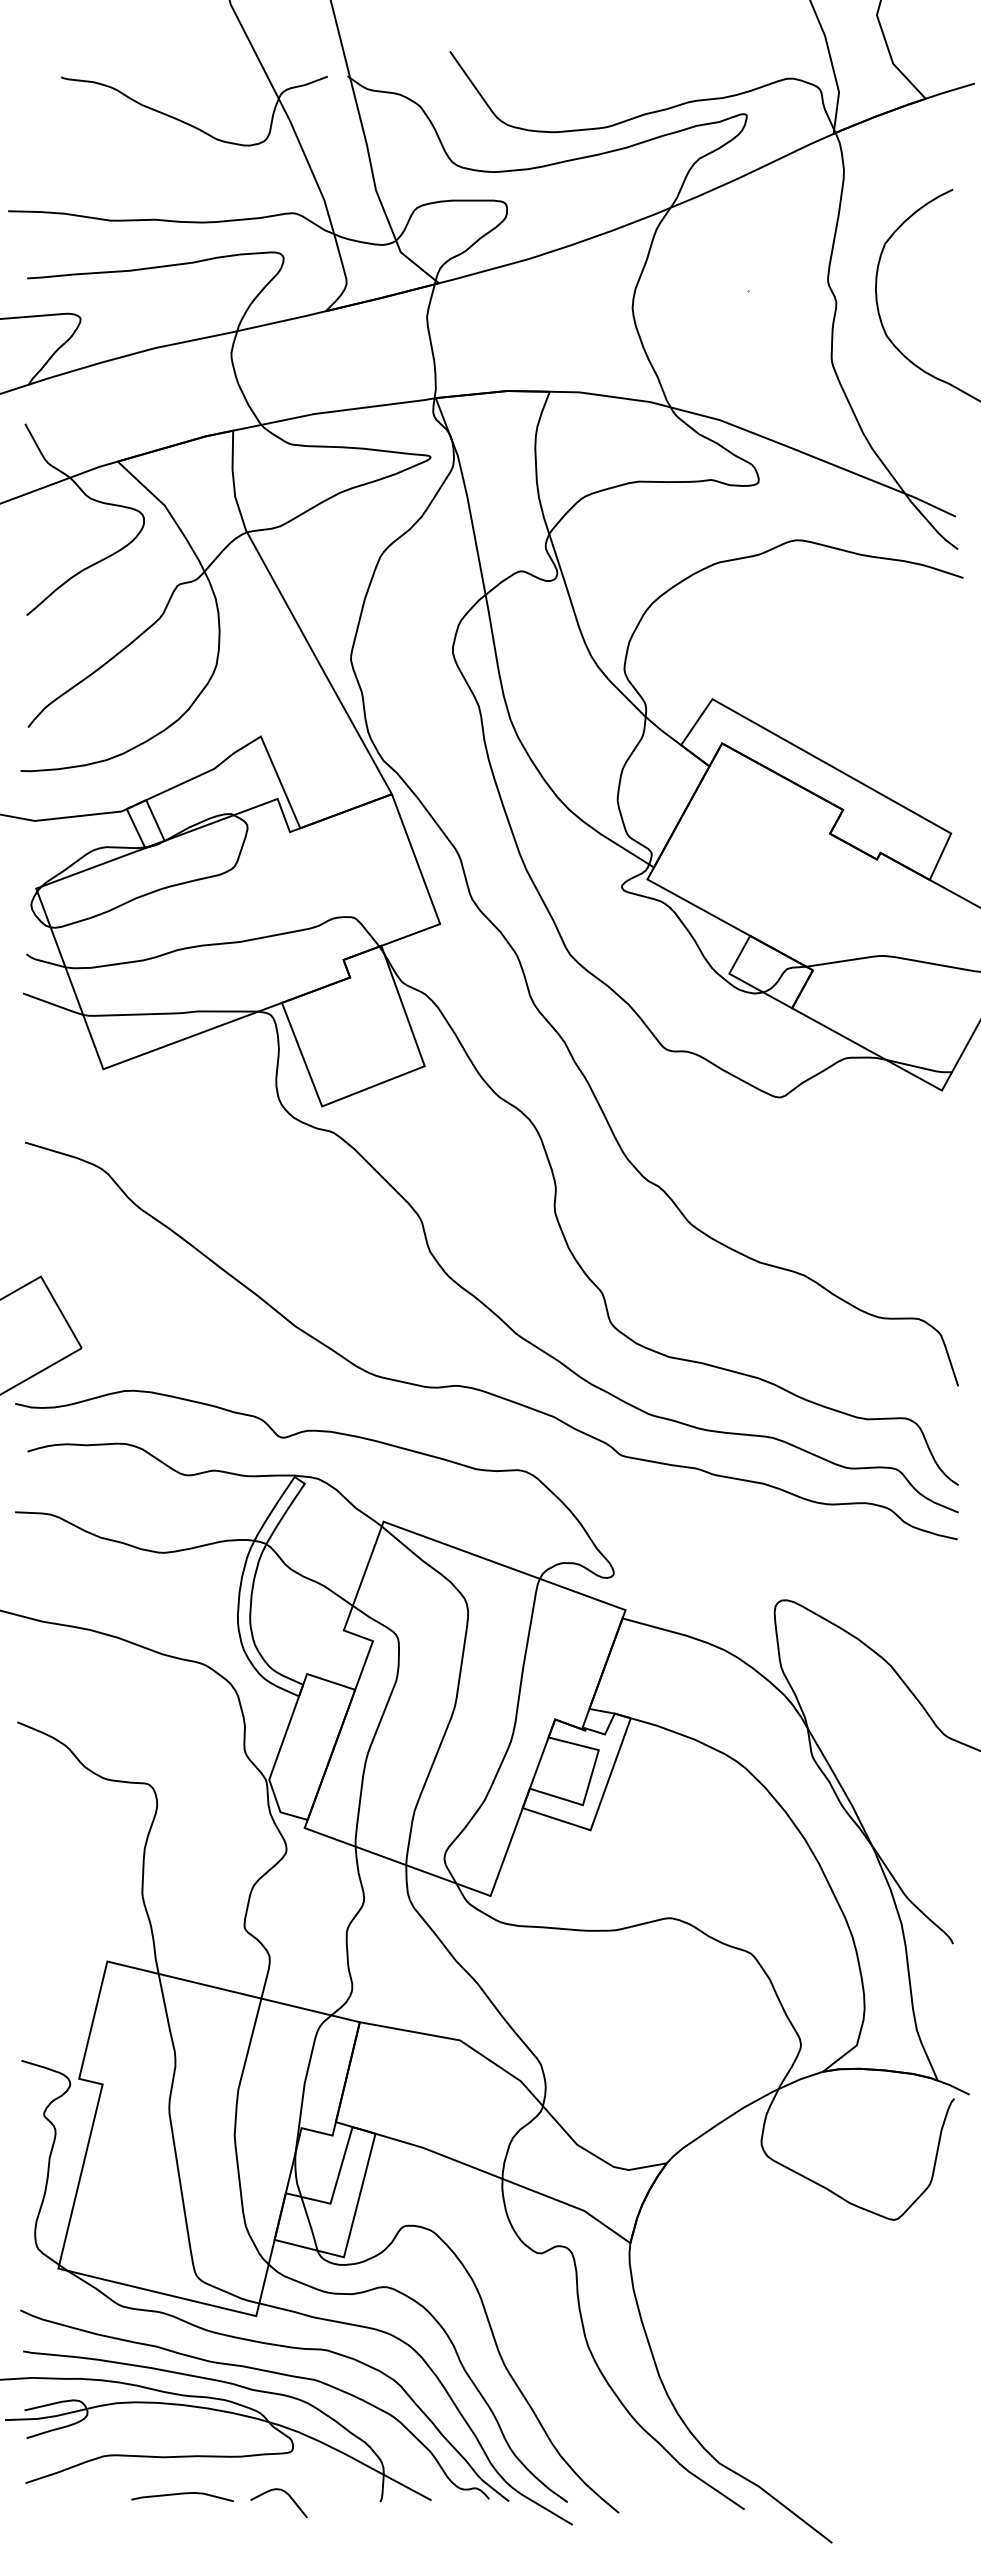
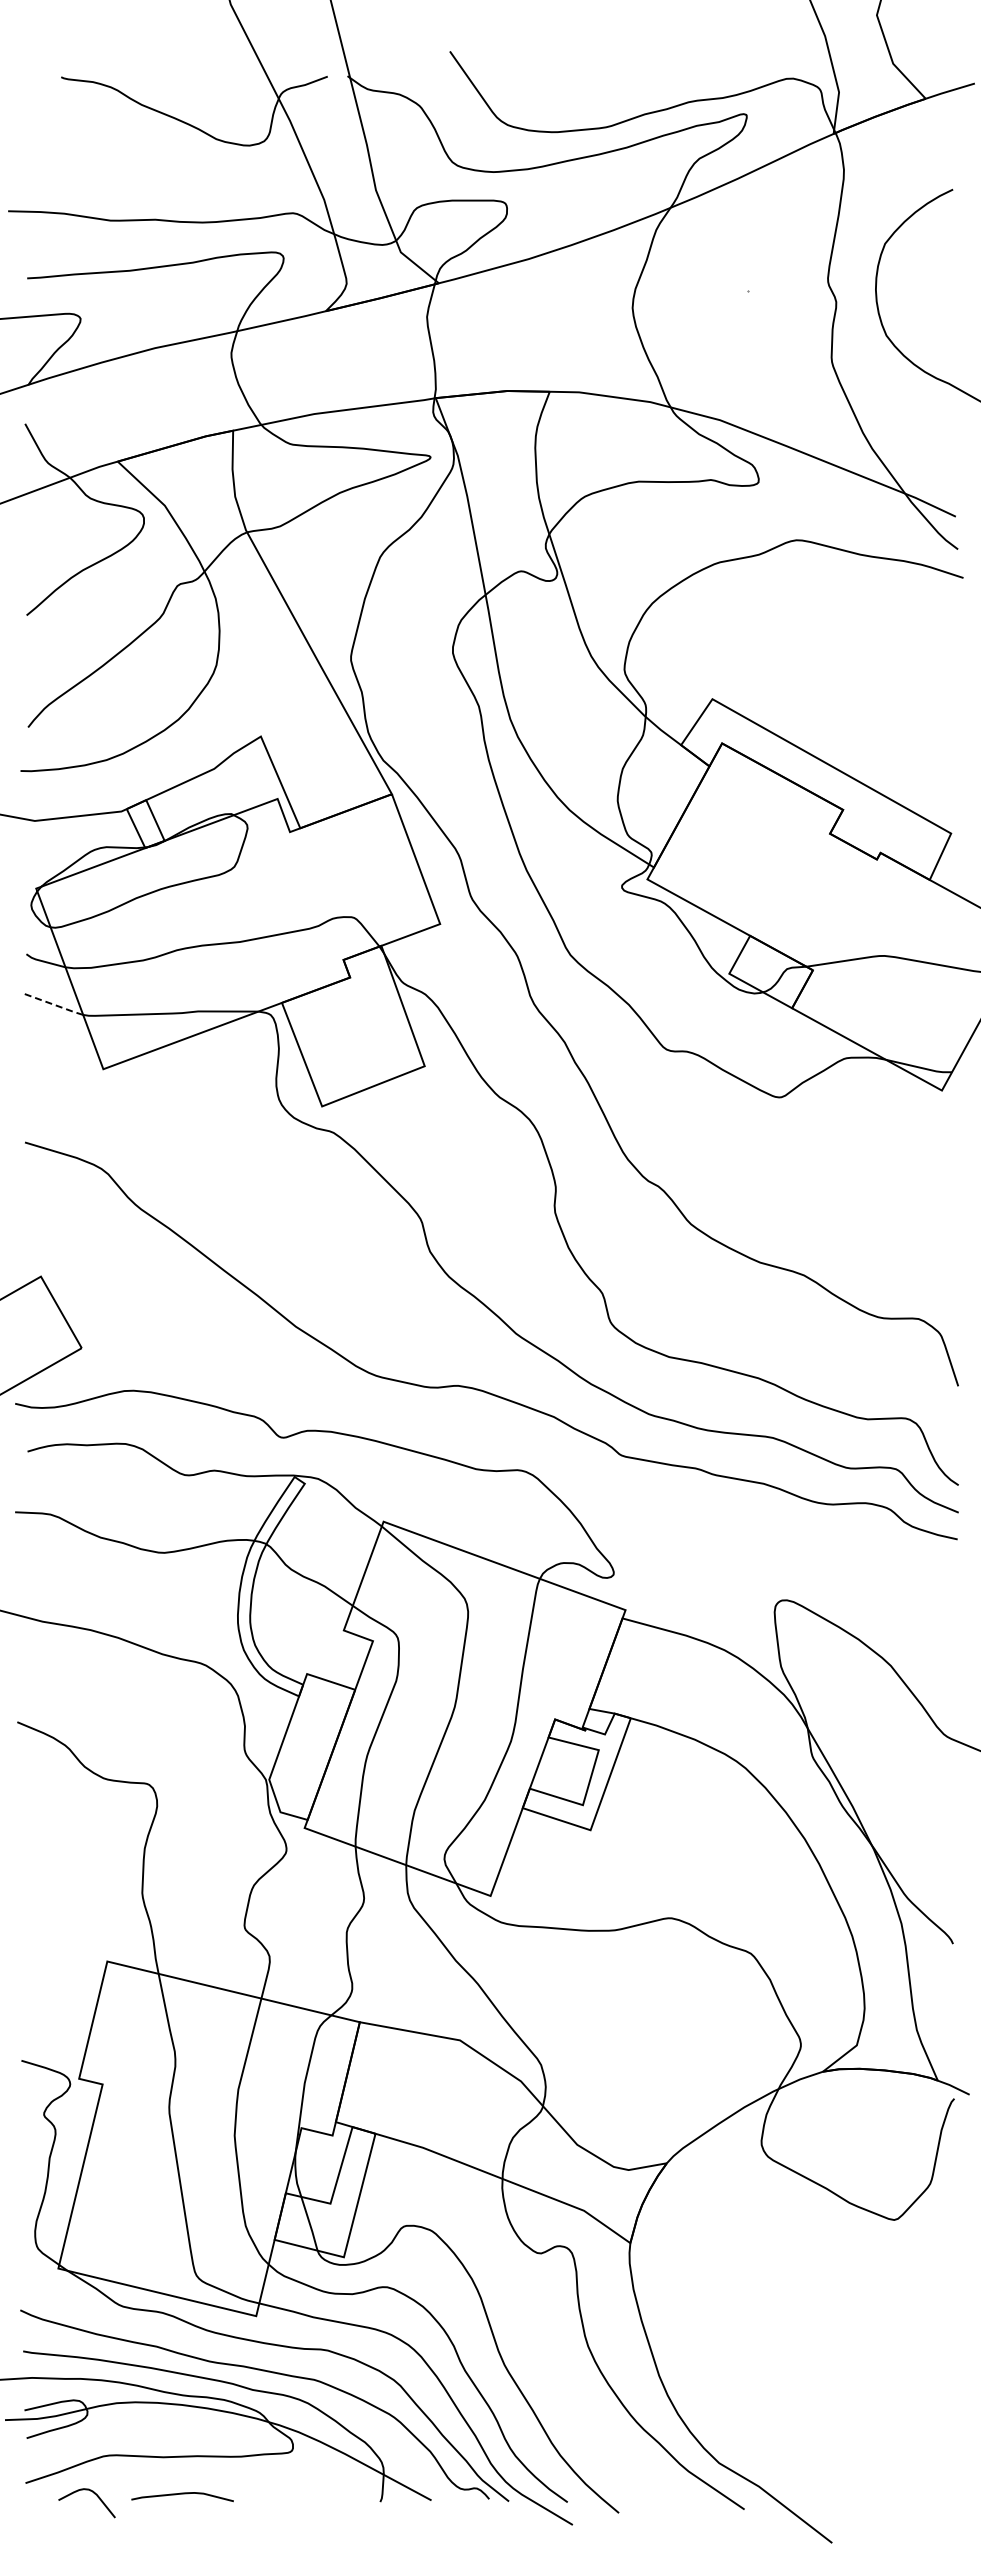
line at (53, 1004): solid -> dashed
curve at (286, 2494) position: (286, 2494) -> (94, 2494)
